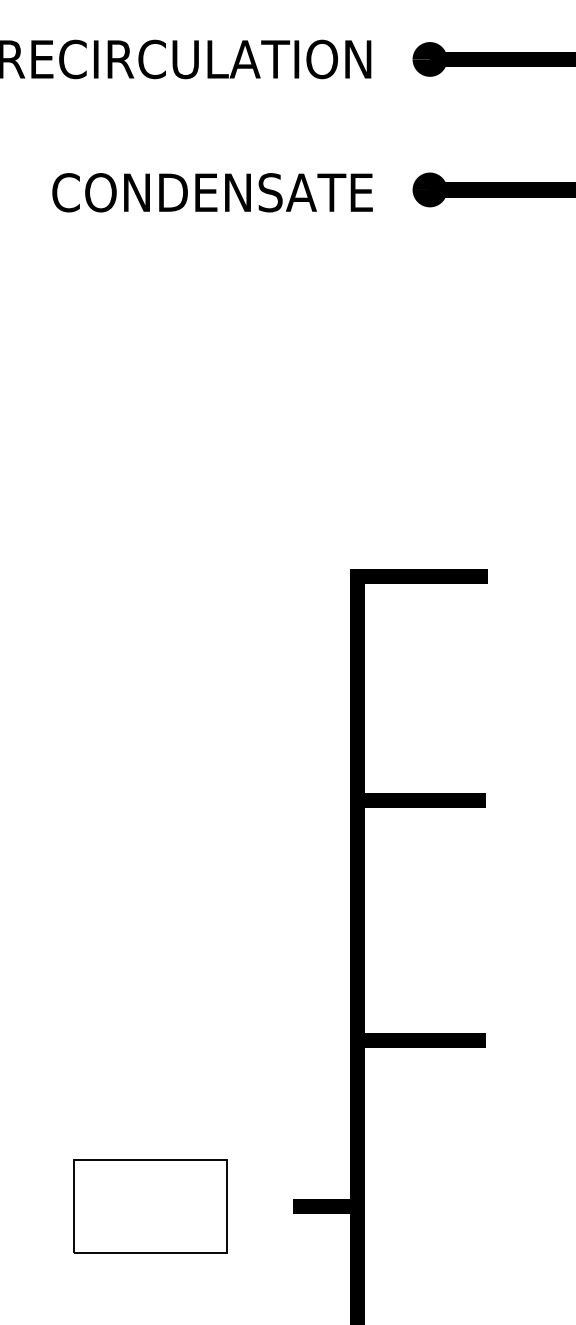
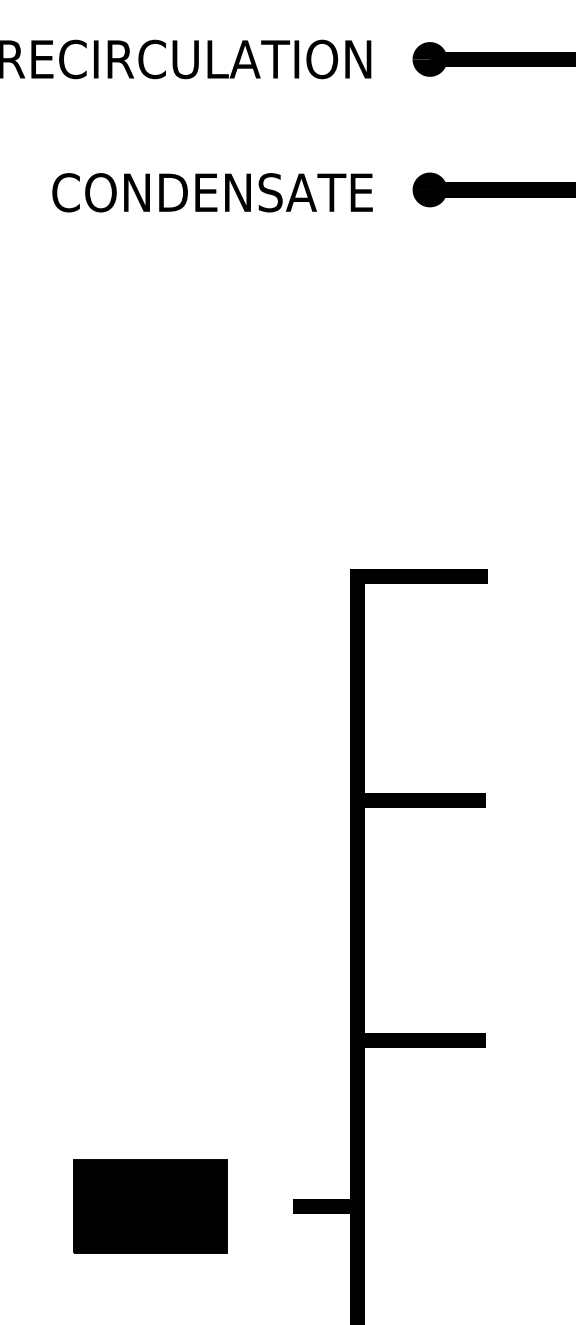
fill at (150, 1206): none -> present
